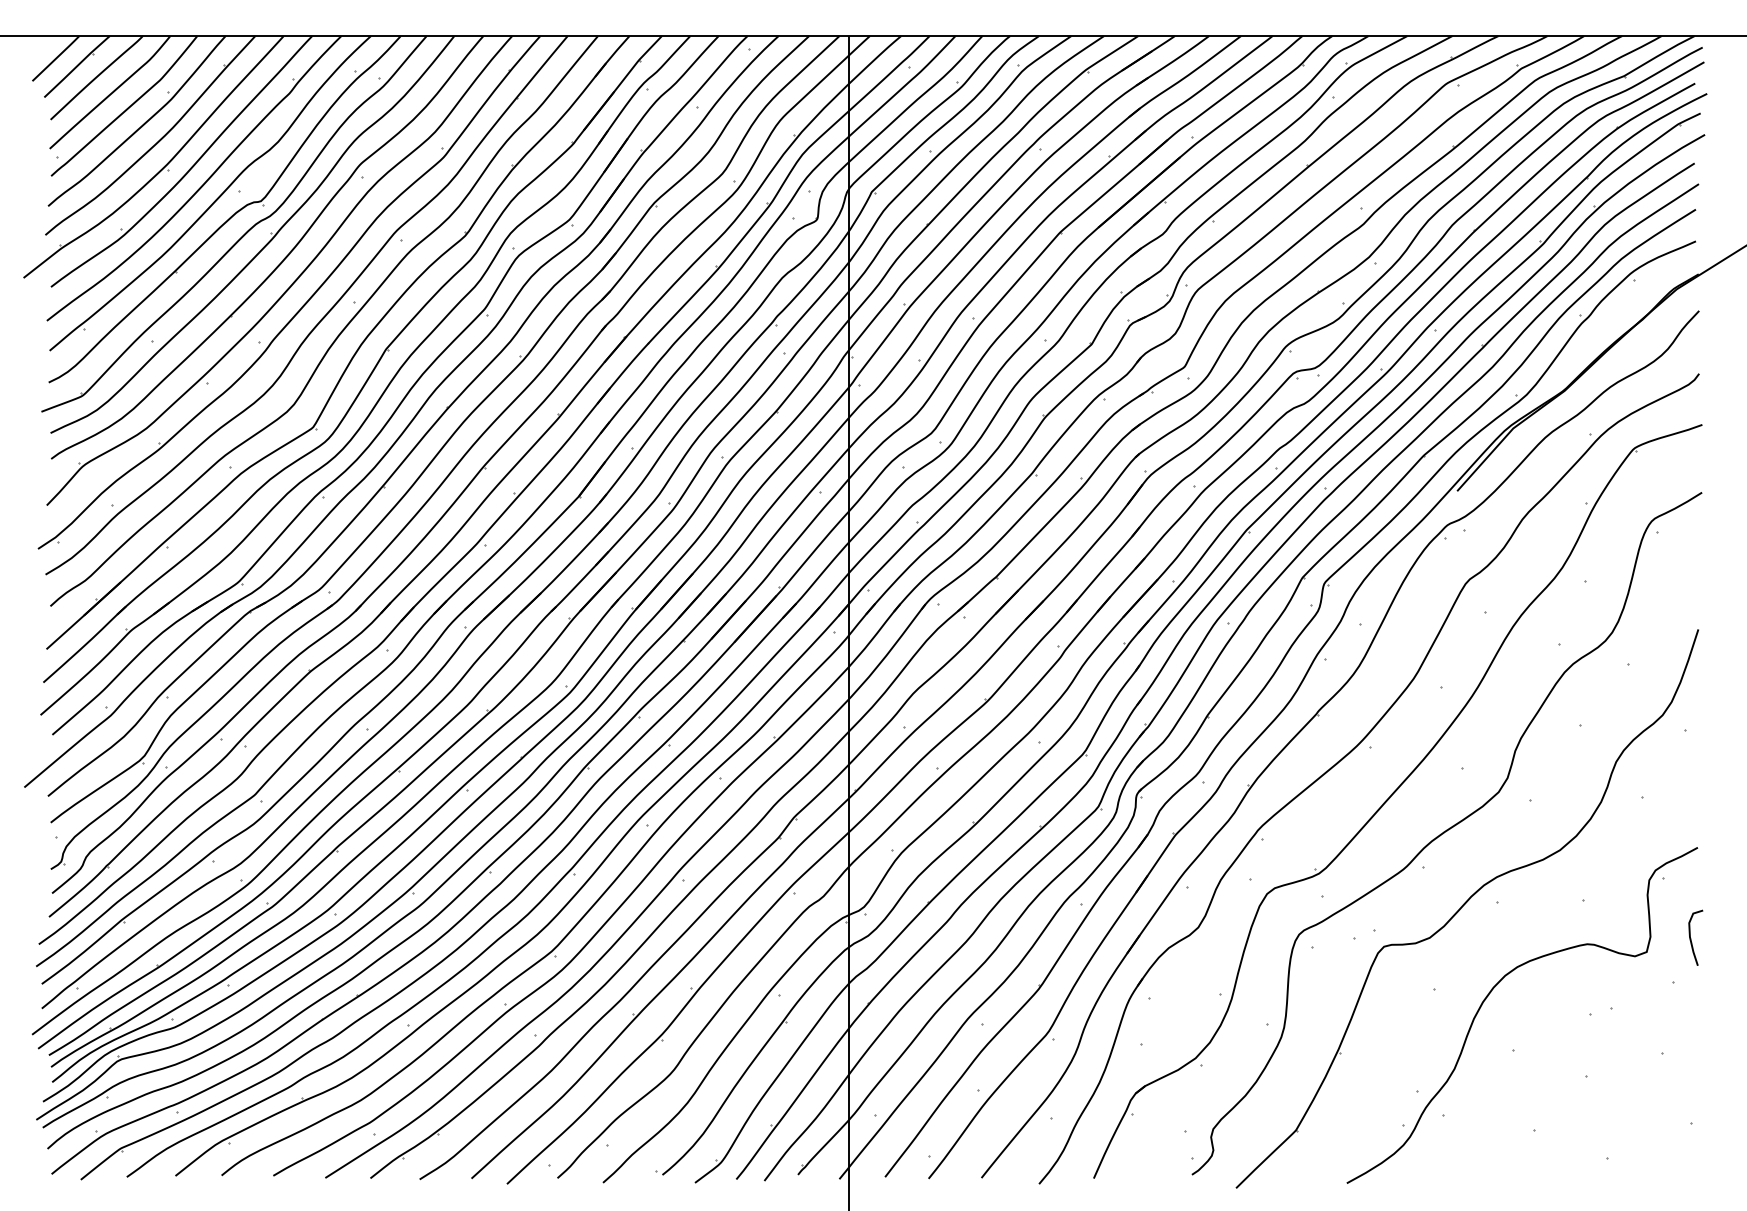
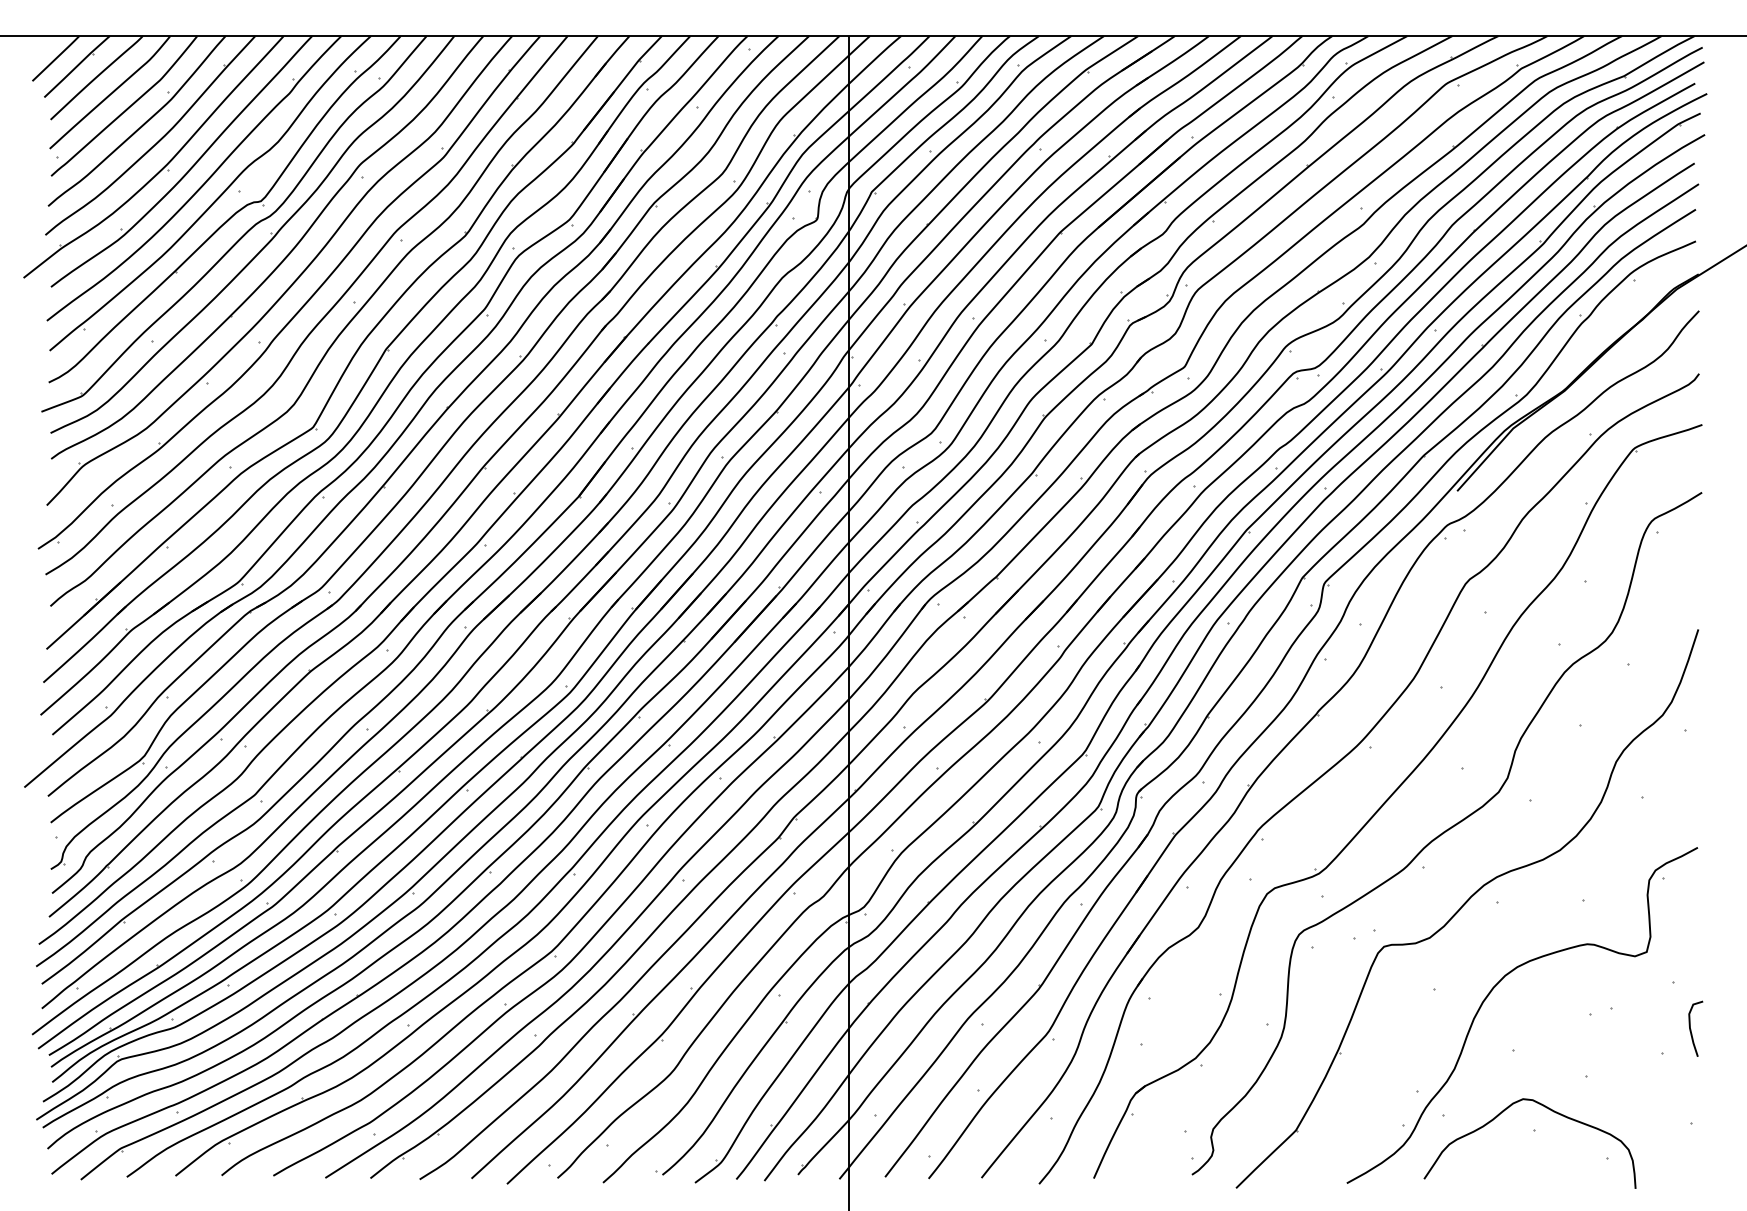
curve at (1691, 938) position: (1691, 938) -> (1691, 1029)
curve at (1546, 1108): none -> present
